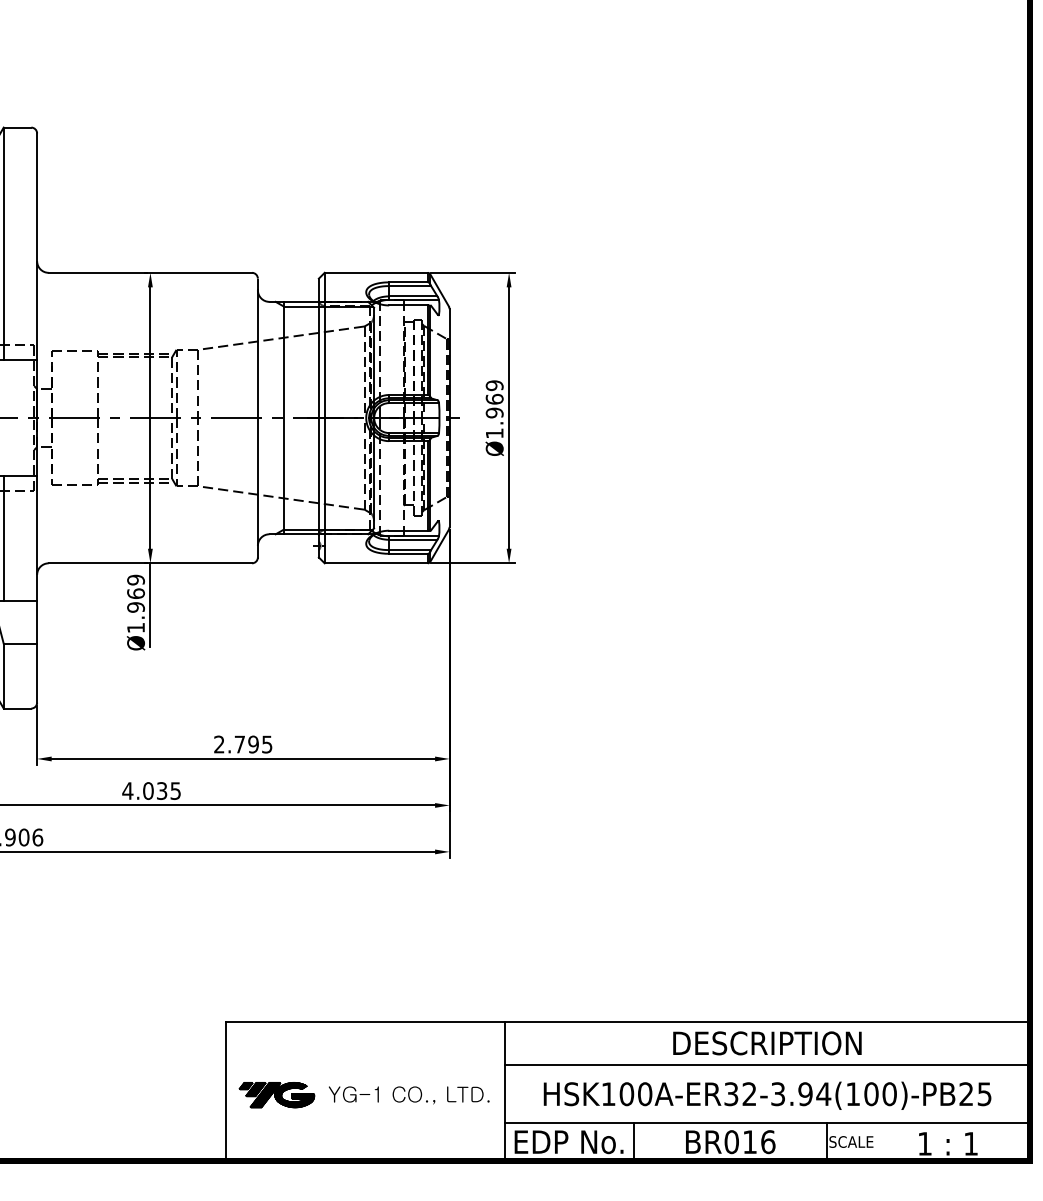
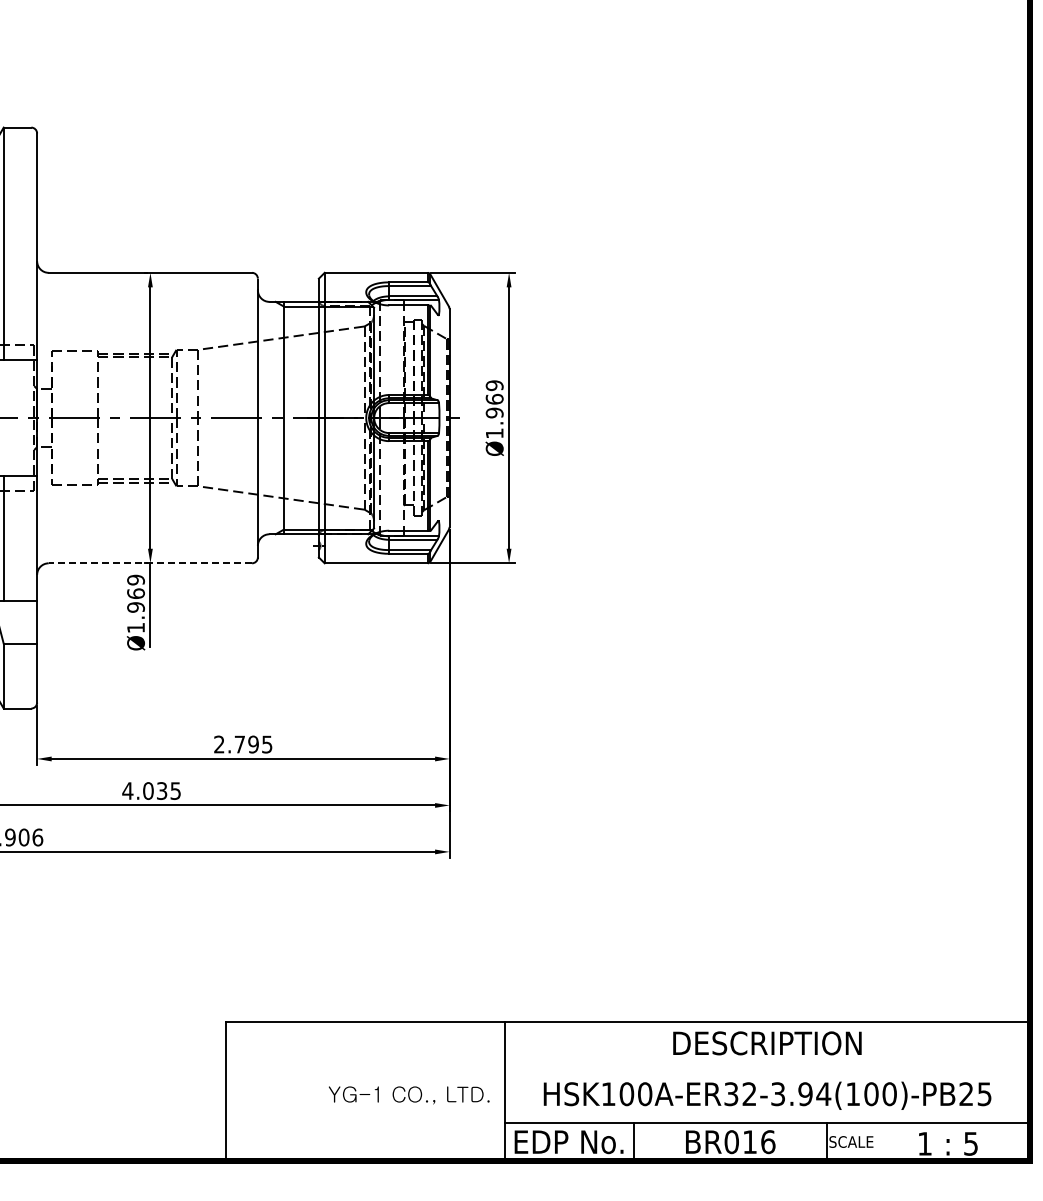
line at (150, 563): solid -> dashed
line at (767, 1065): present -> none
part at (276, 1095): present -> none
text at (970, 1143): 1 -> 5
